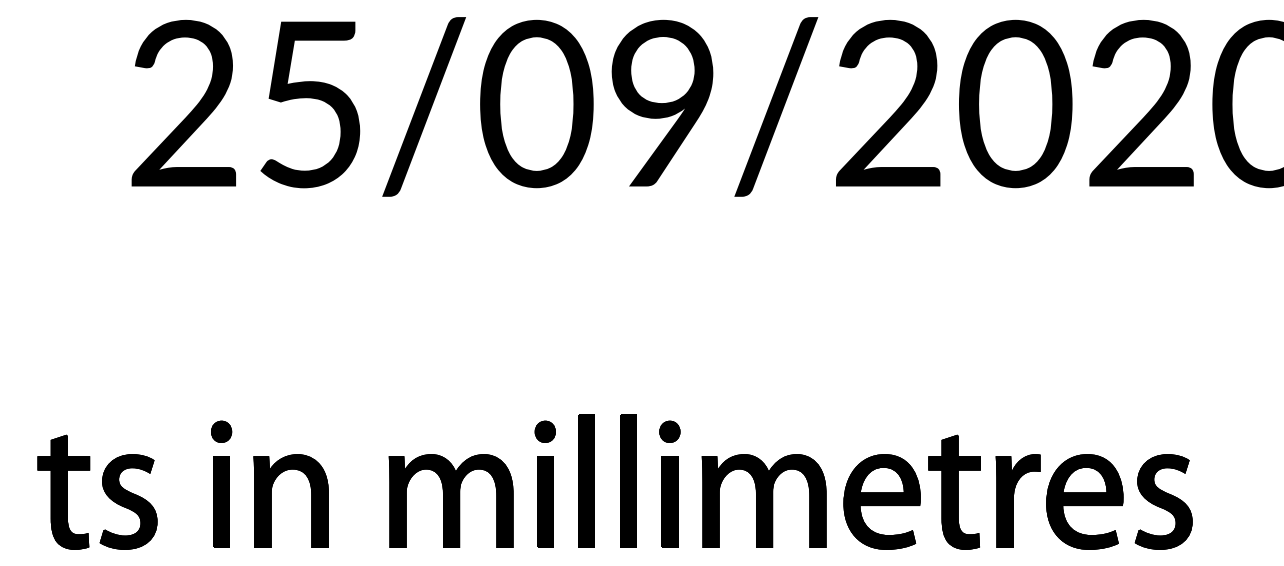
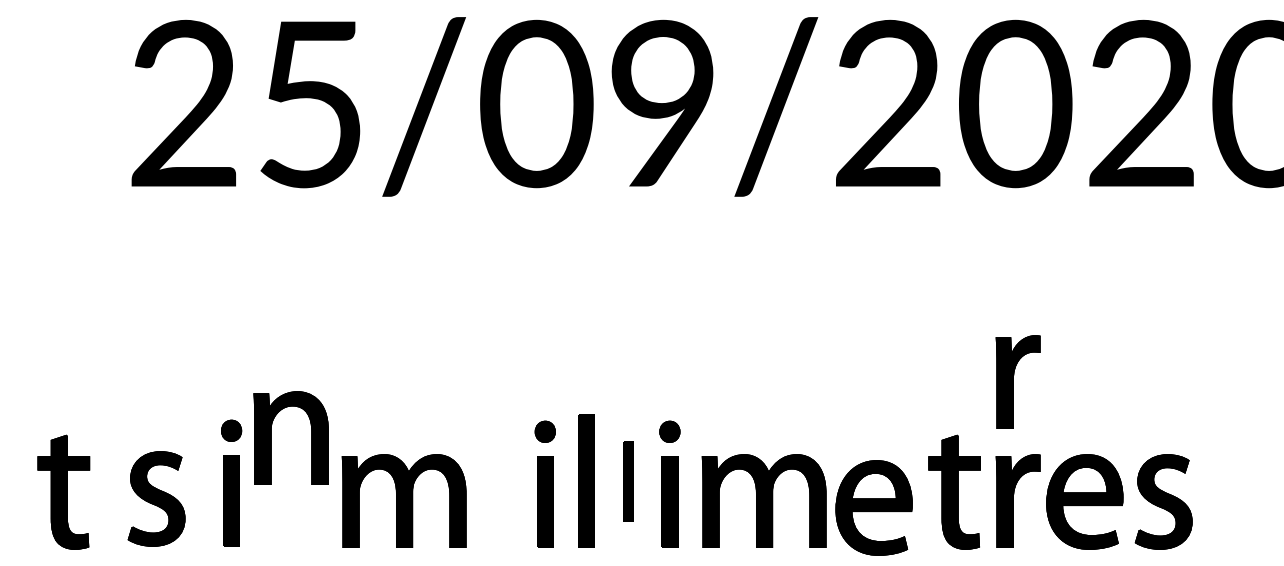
part at (1017, 381): none -> present
part at (628, 480) size: 17x134 px -> 11x81 px
part at (221, 483) position: (221, 483) -> (231, 482)
part at (271, 500) position: (271, 500) -> (271, 437)
part at (450, 500) position: (450, 500) -> (403, 500)
part at (128, 501) position: (128, 501) -> (156, 498)
part at (881, 501) position: (881, 501) -> (873, 507)
